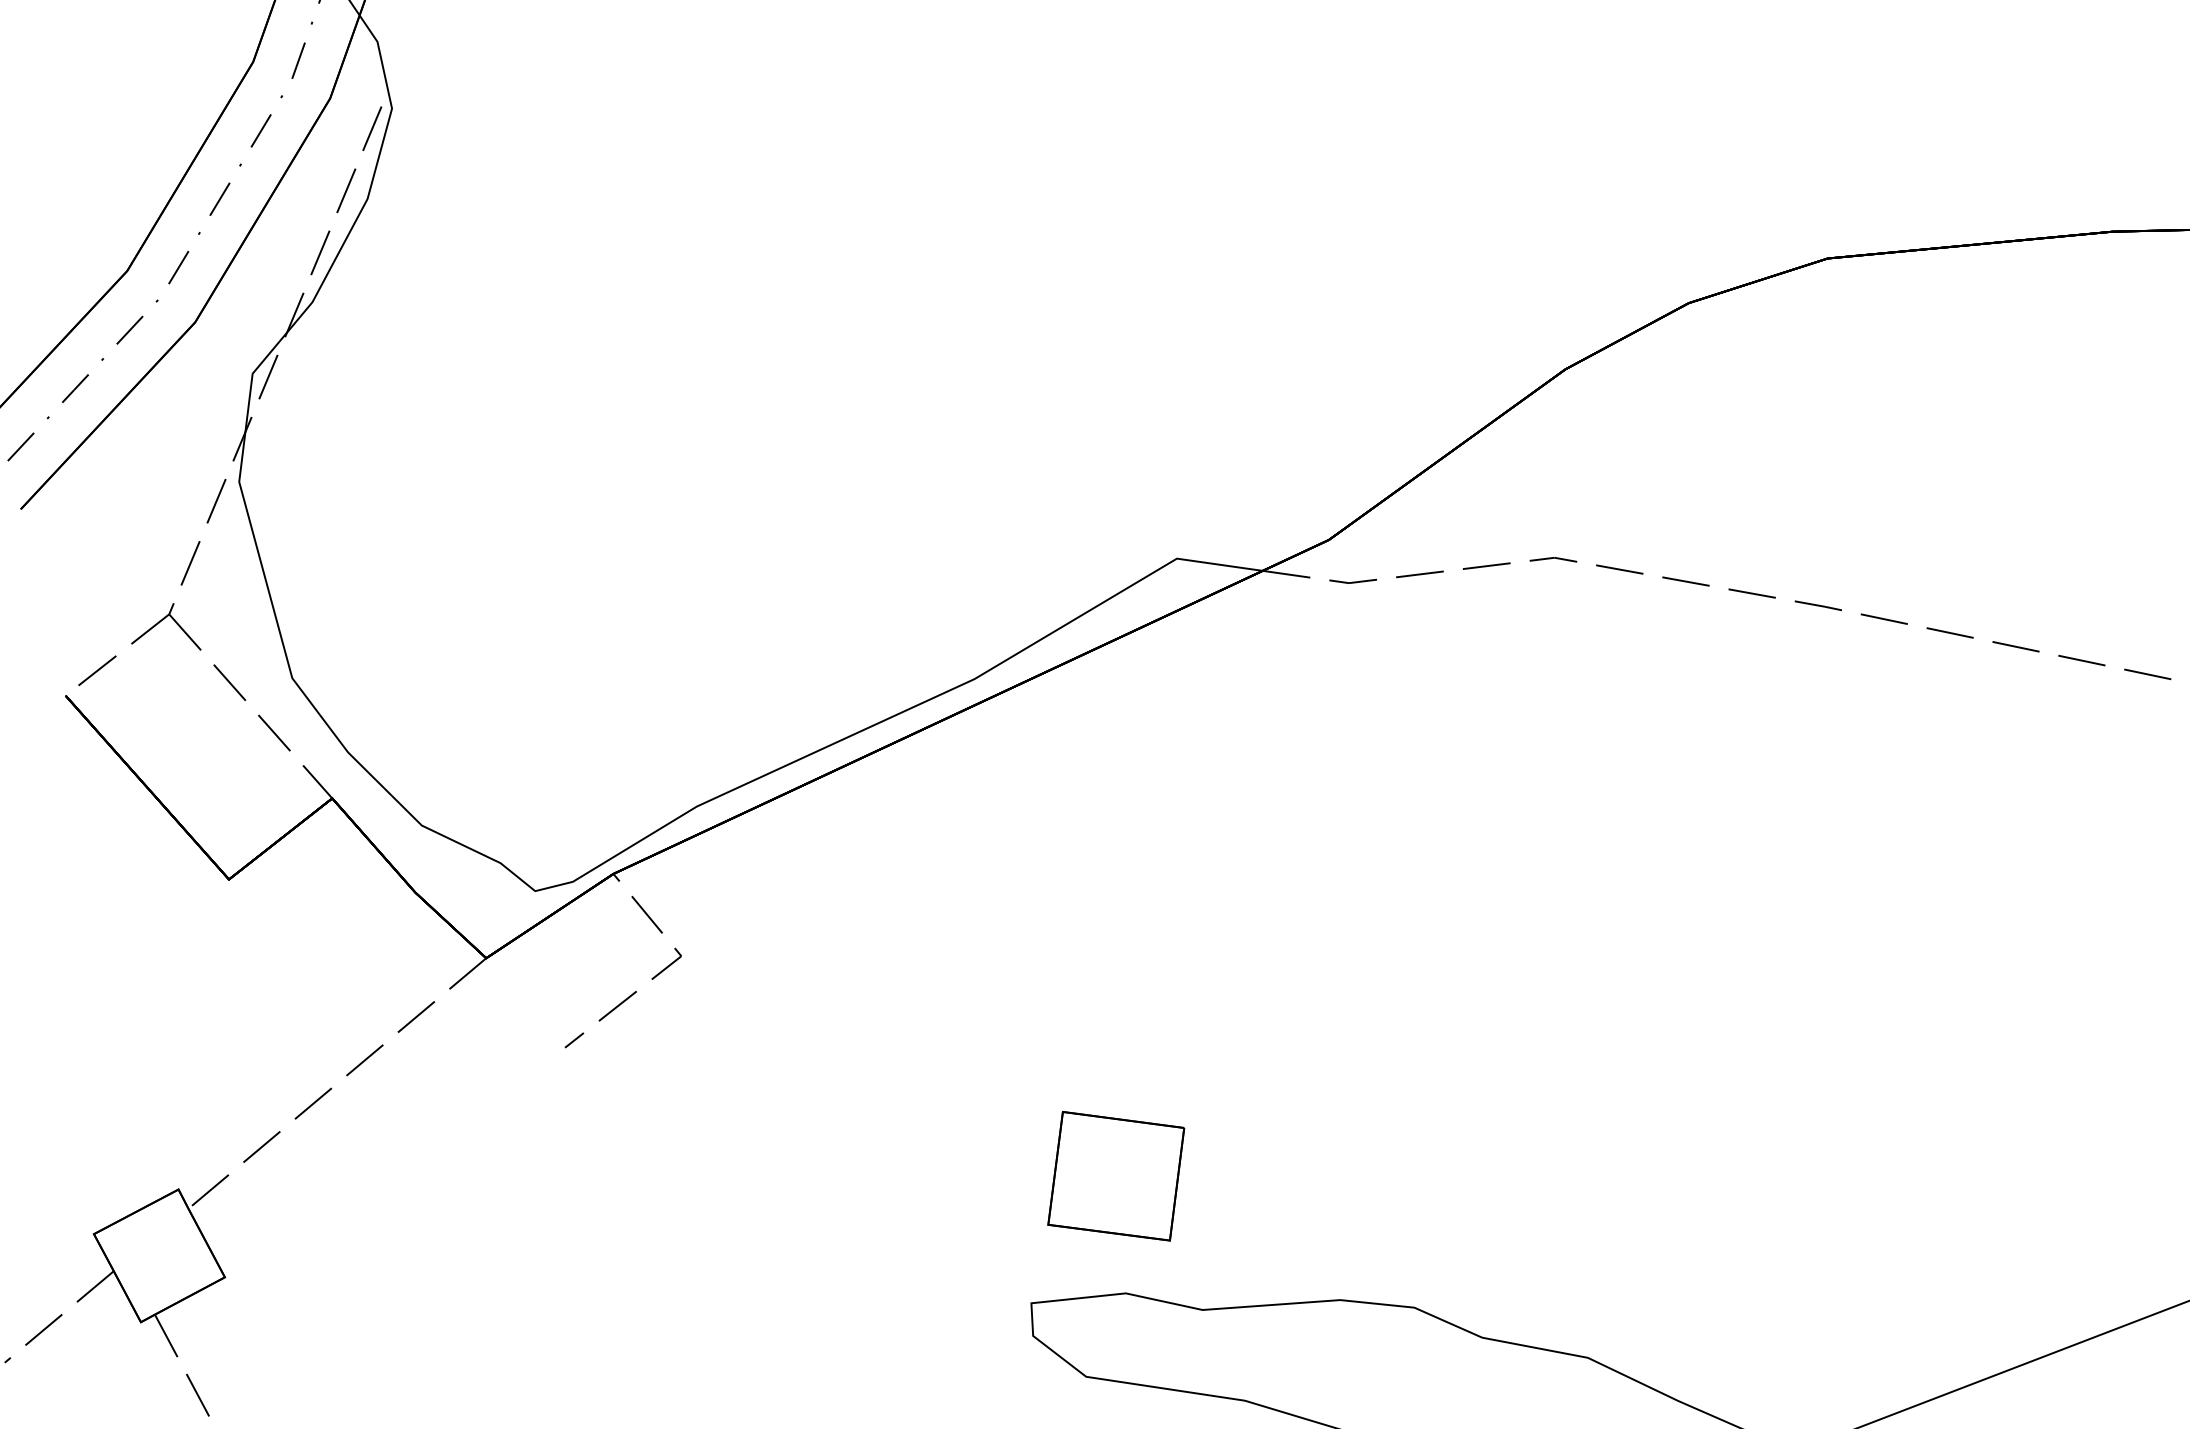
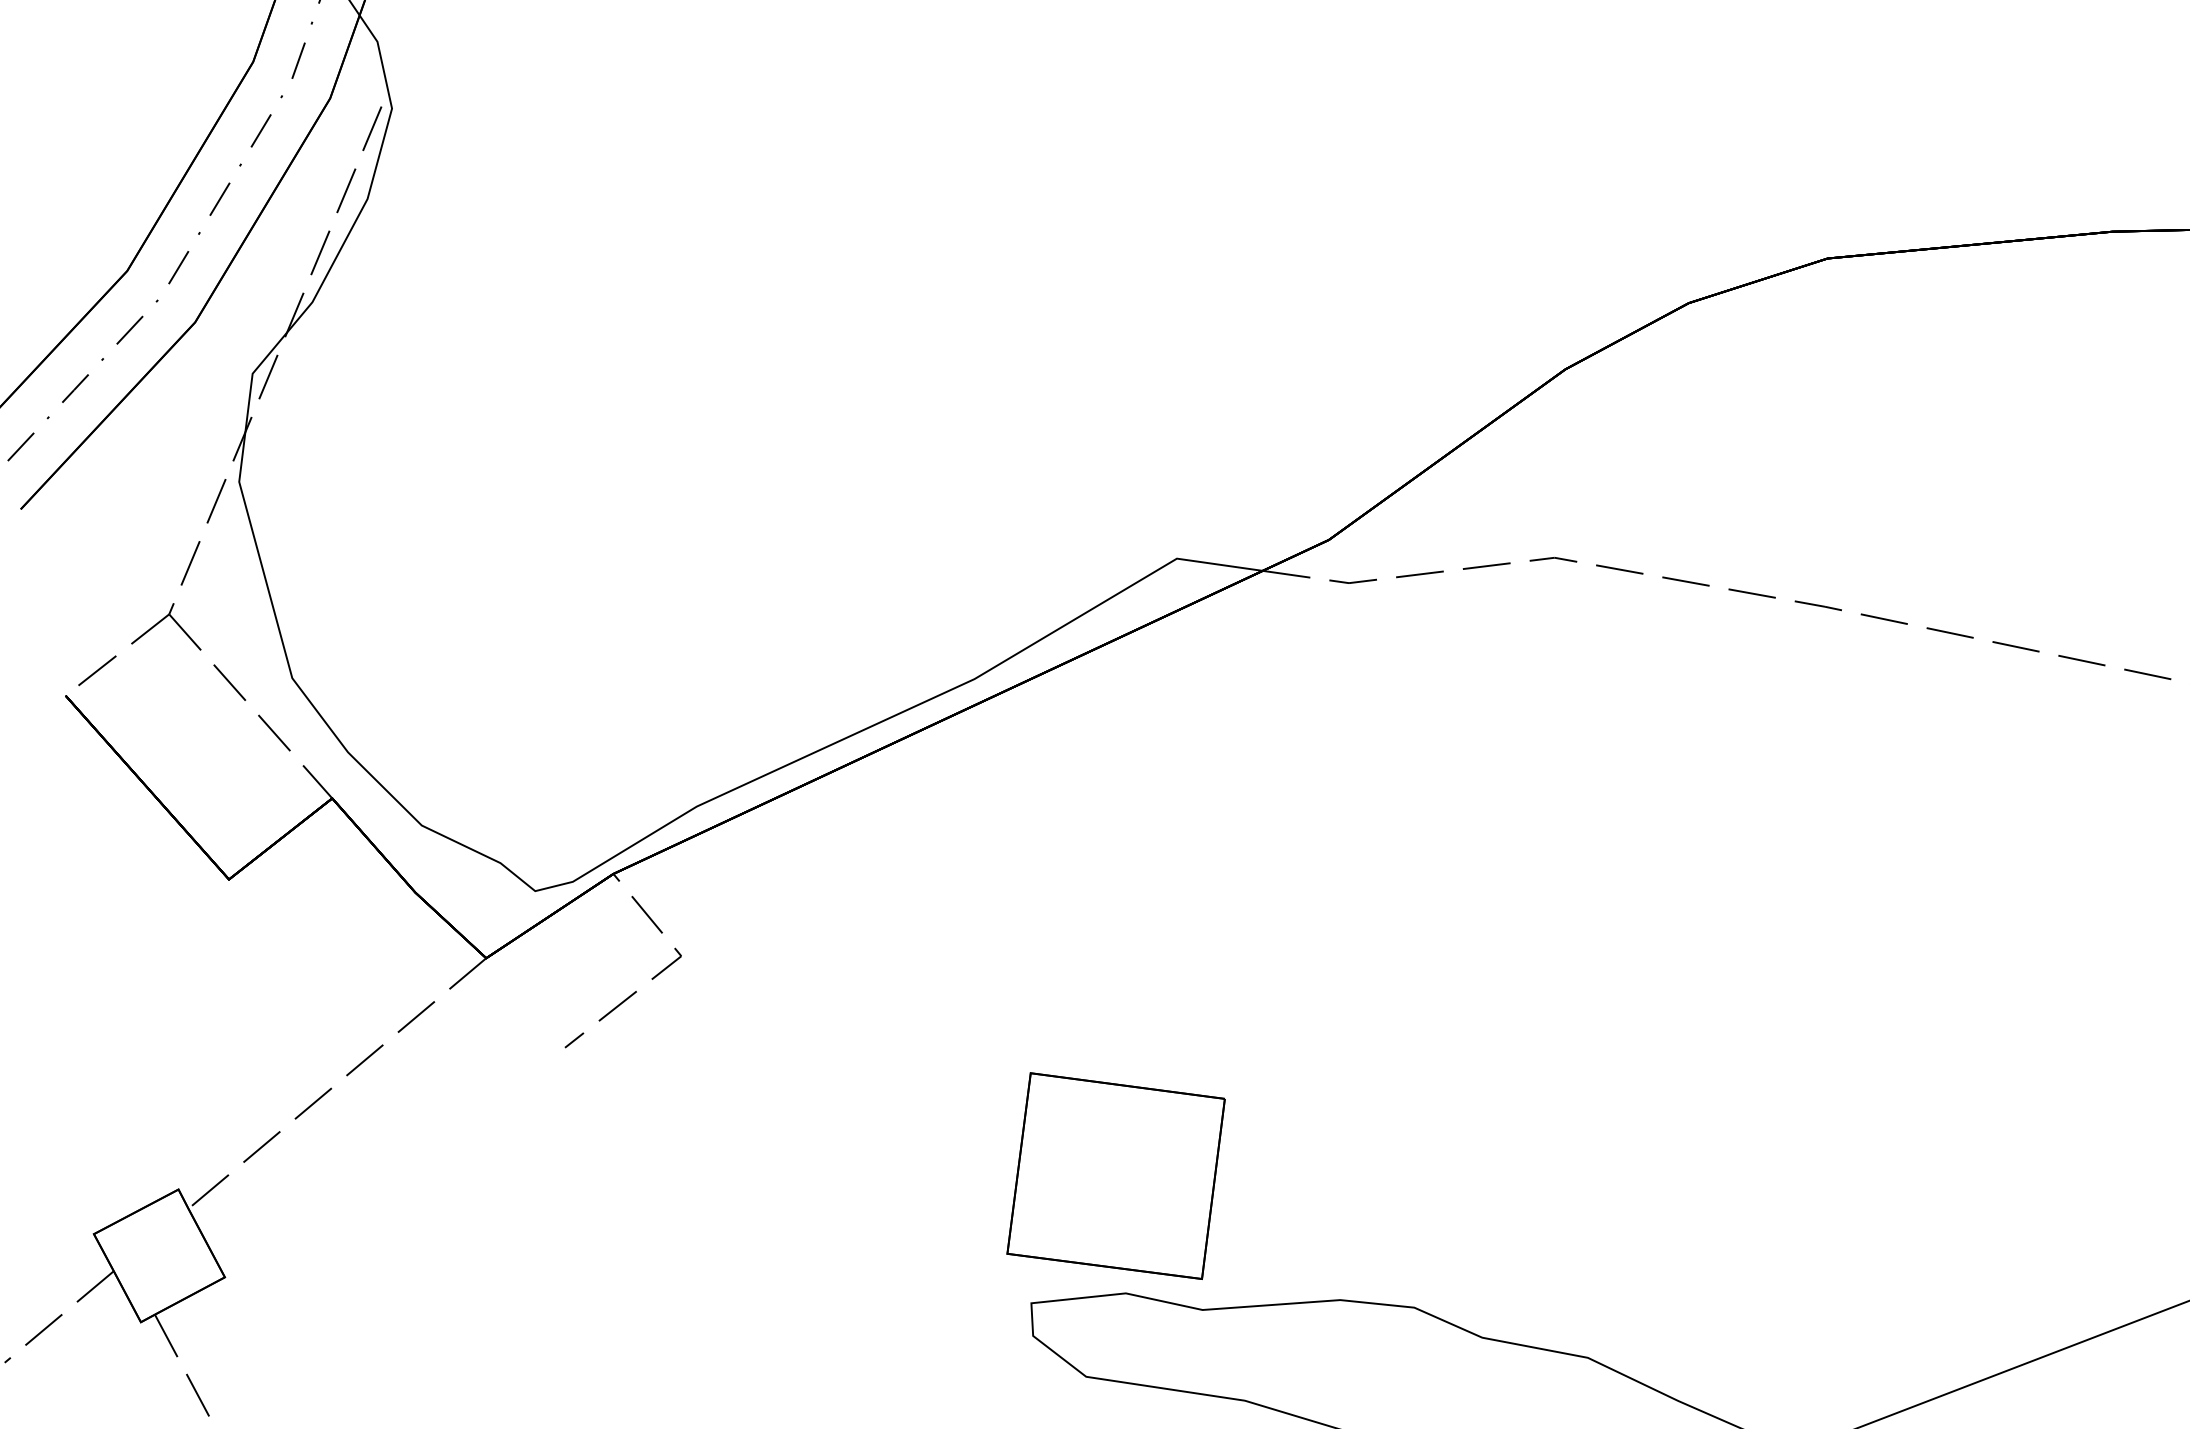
part at (1116, 1176) size: 139x131 px -> 220x208 px
